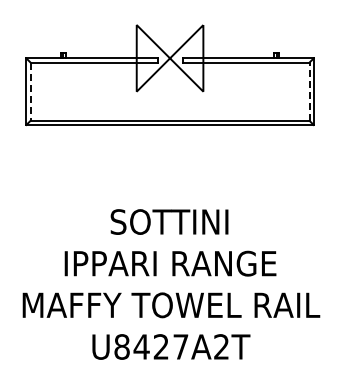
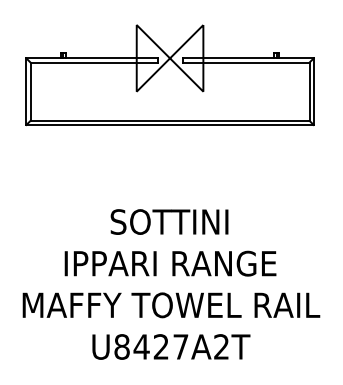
line at (309, 91): dashed -> solid
line at (30, 92): dashed -> solid
